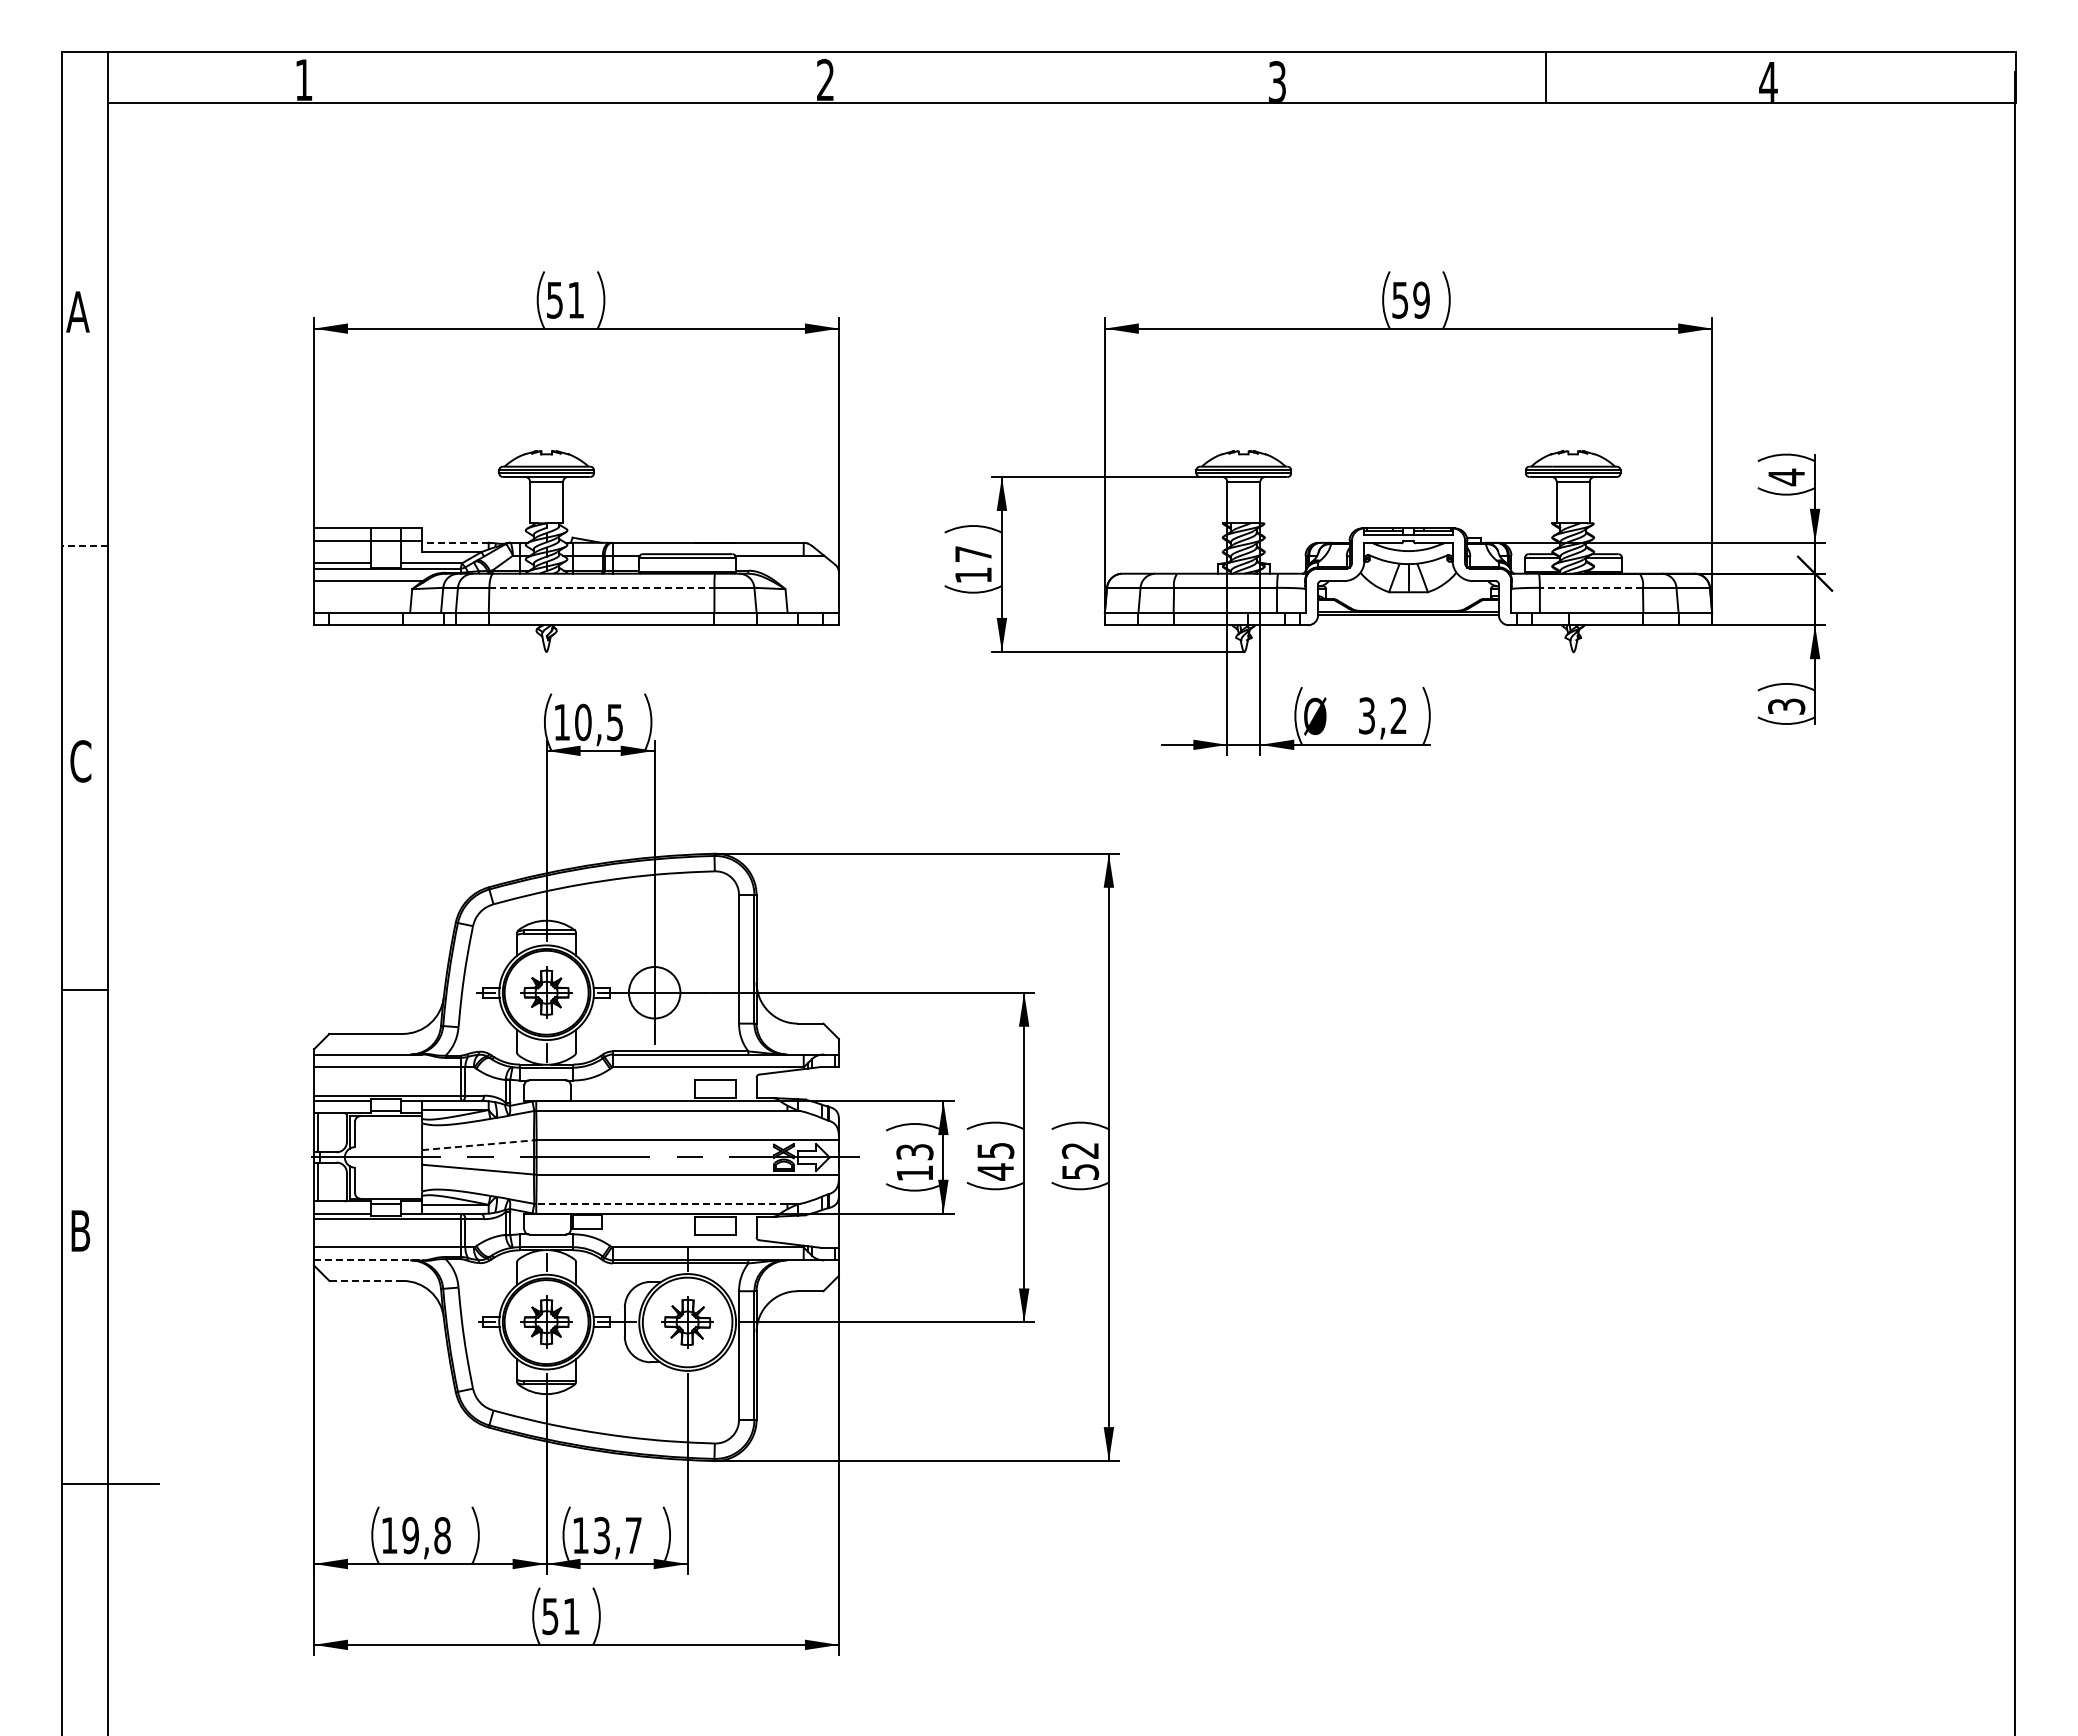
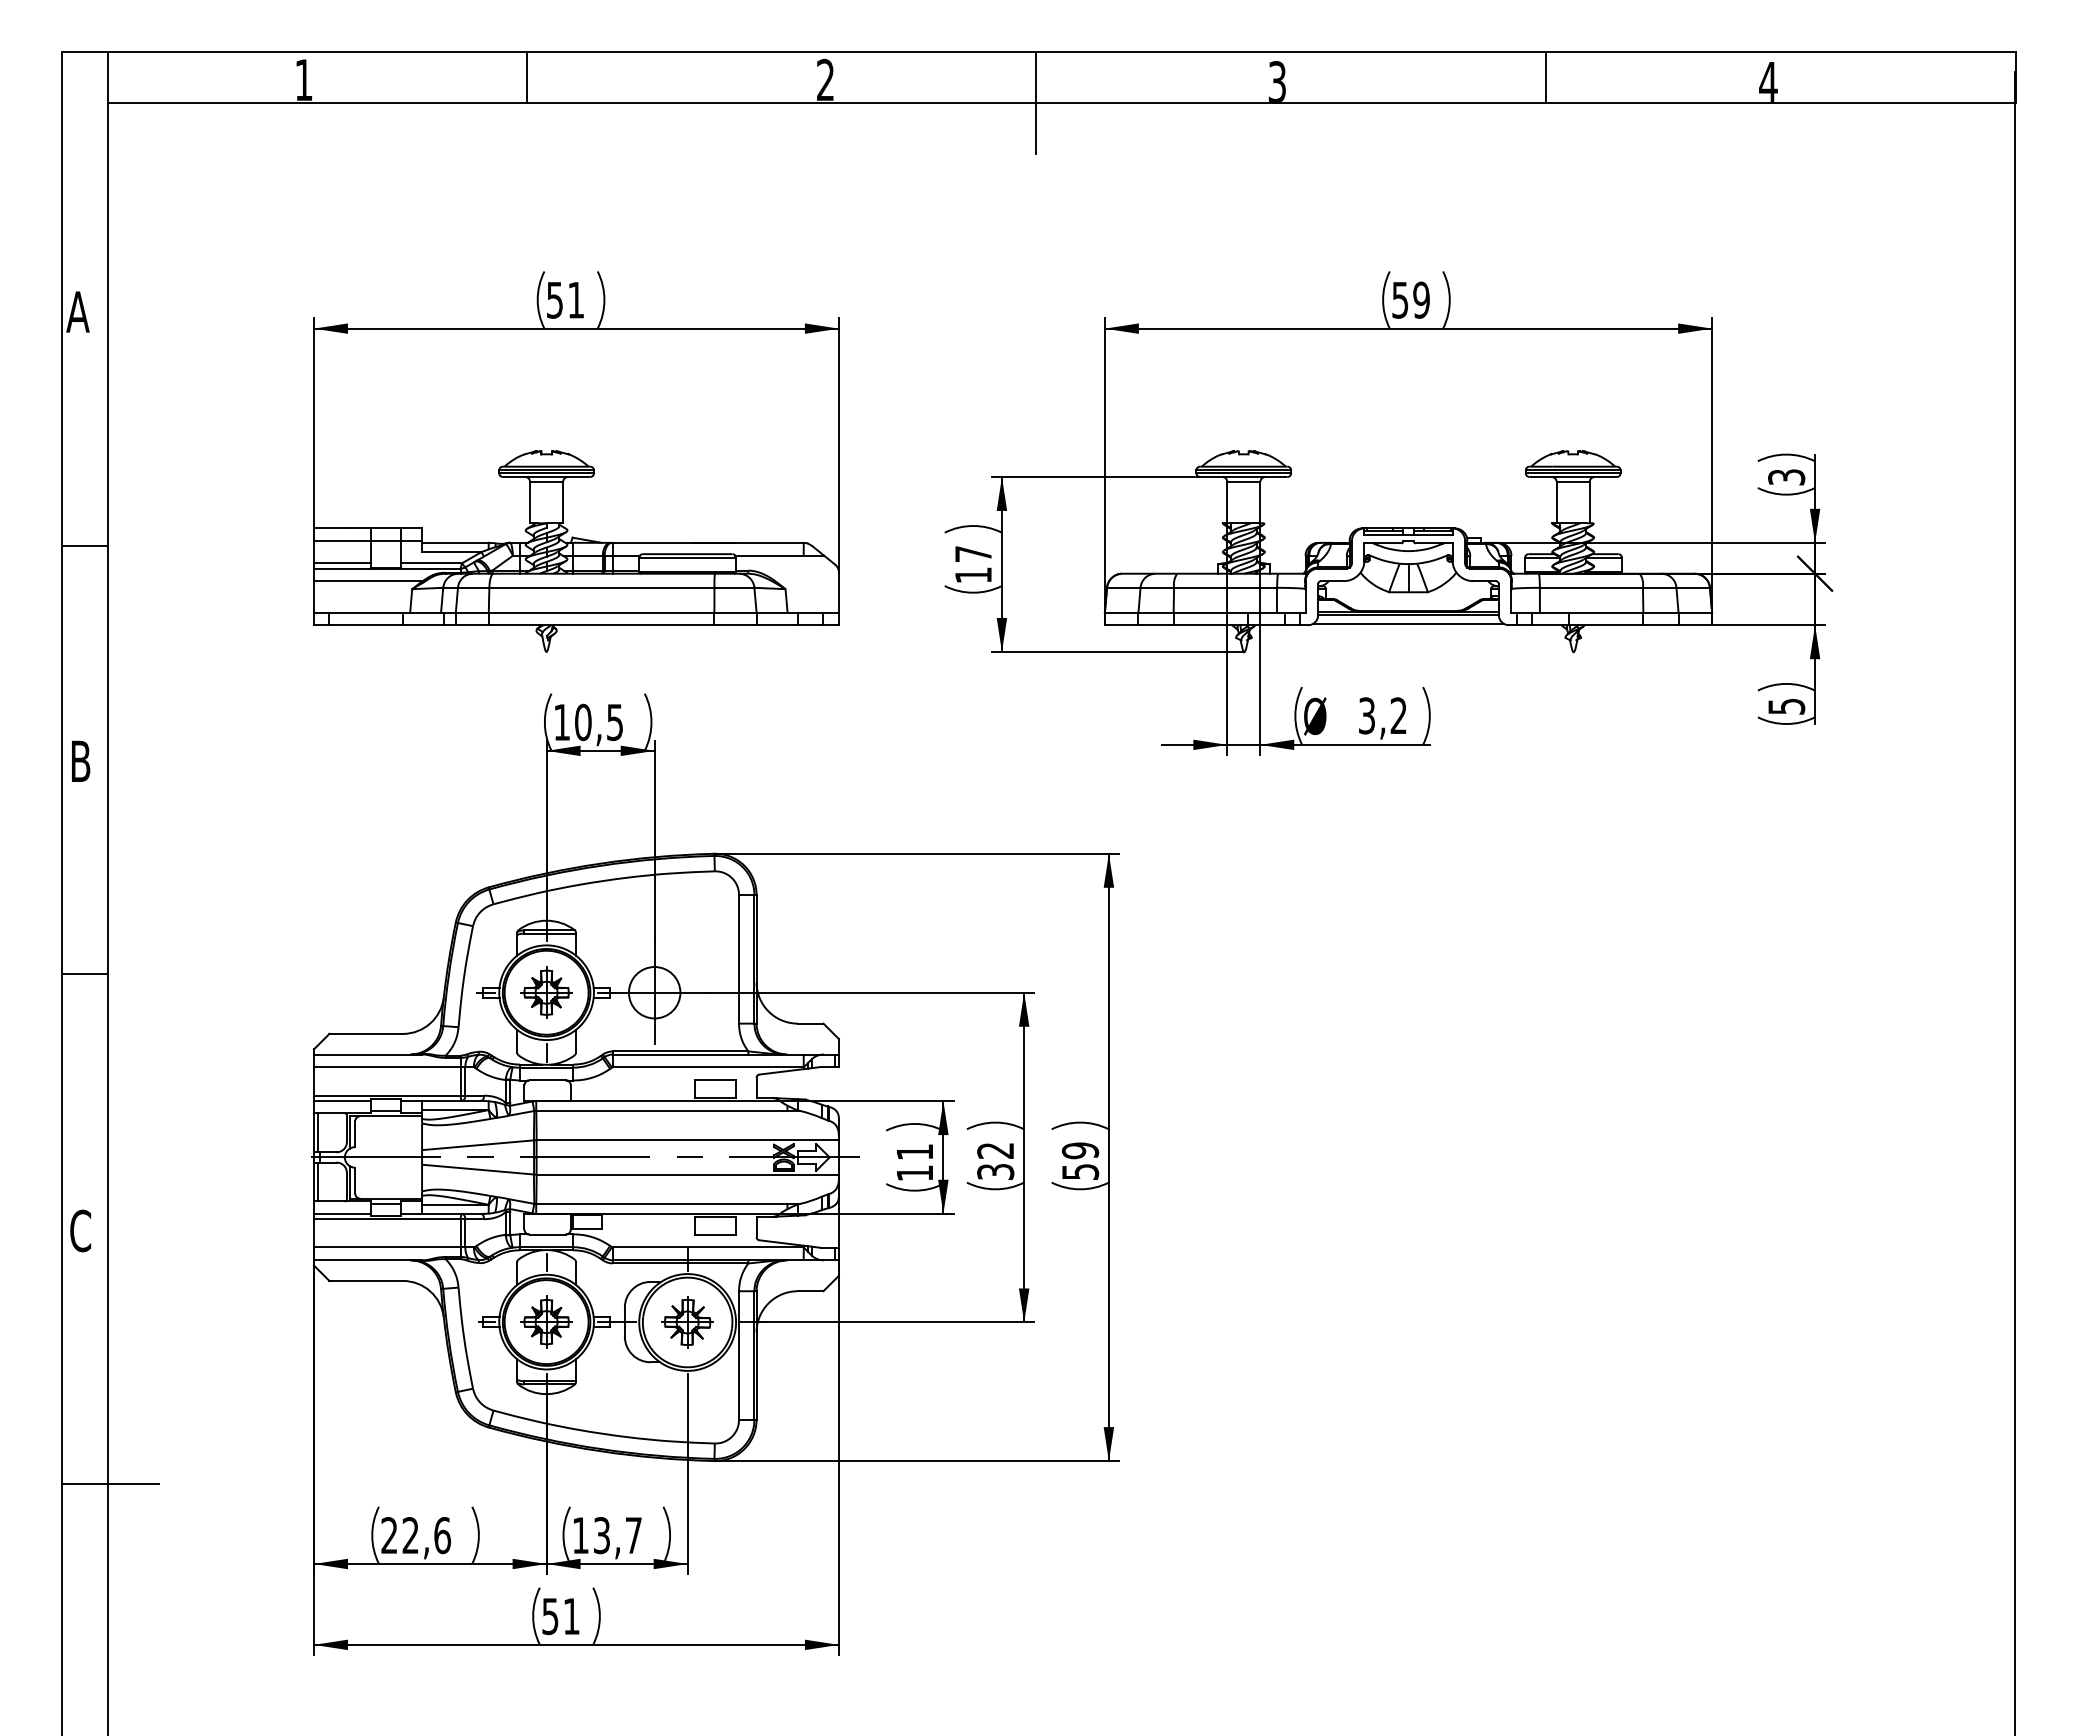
line at (526, 76): none -> present
line at (1036, 102): none -> present
text at (1786, 477): 4 -> 3
line at (454, 542): dashed -> solid
line at (85, 546): dashed -> solid
line at (601, 587): dashed -> solid
line at (1591, 587): dashed -> solid
line at (1408, 624): none -> present
text at (1786, 706): 3 -> 5
text at (80, 761): C -> B
line at (85, 990) position: (85, 990) -> (85, 974)
line at (478, 1145): dashed -> solid
text at (1080, 1150): 52 -> 59
text at (914, 1152): 13 -> 11
text at (995, 1161): 45 -> 32
line at (661, 1204): dashed -> solid
text at (80, 1230): B -> C
line at (368, 1260): dashed -> solid
line at (366, 1280): dashed -> solid
text at (416, 1535): 19,8 -> 22,6
